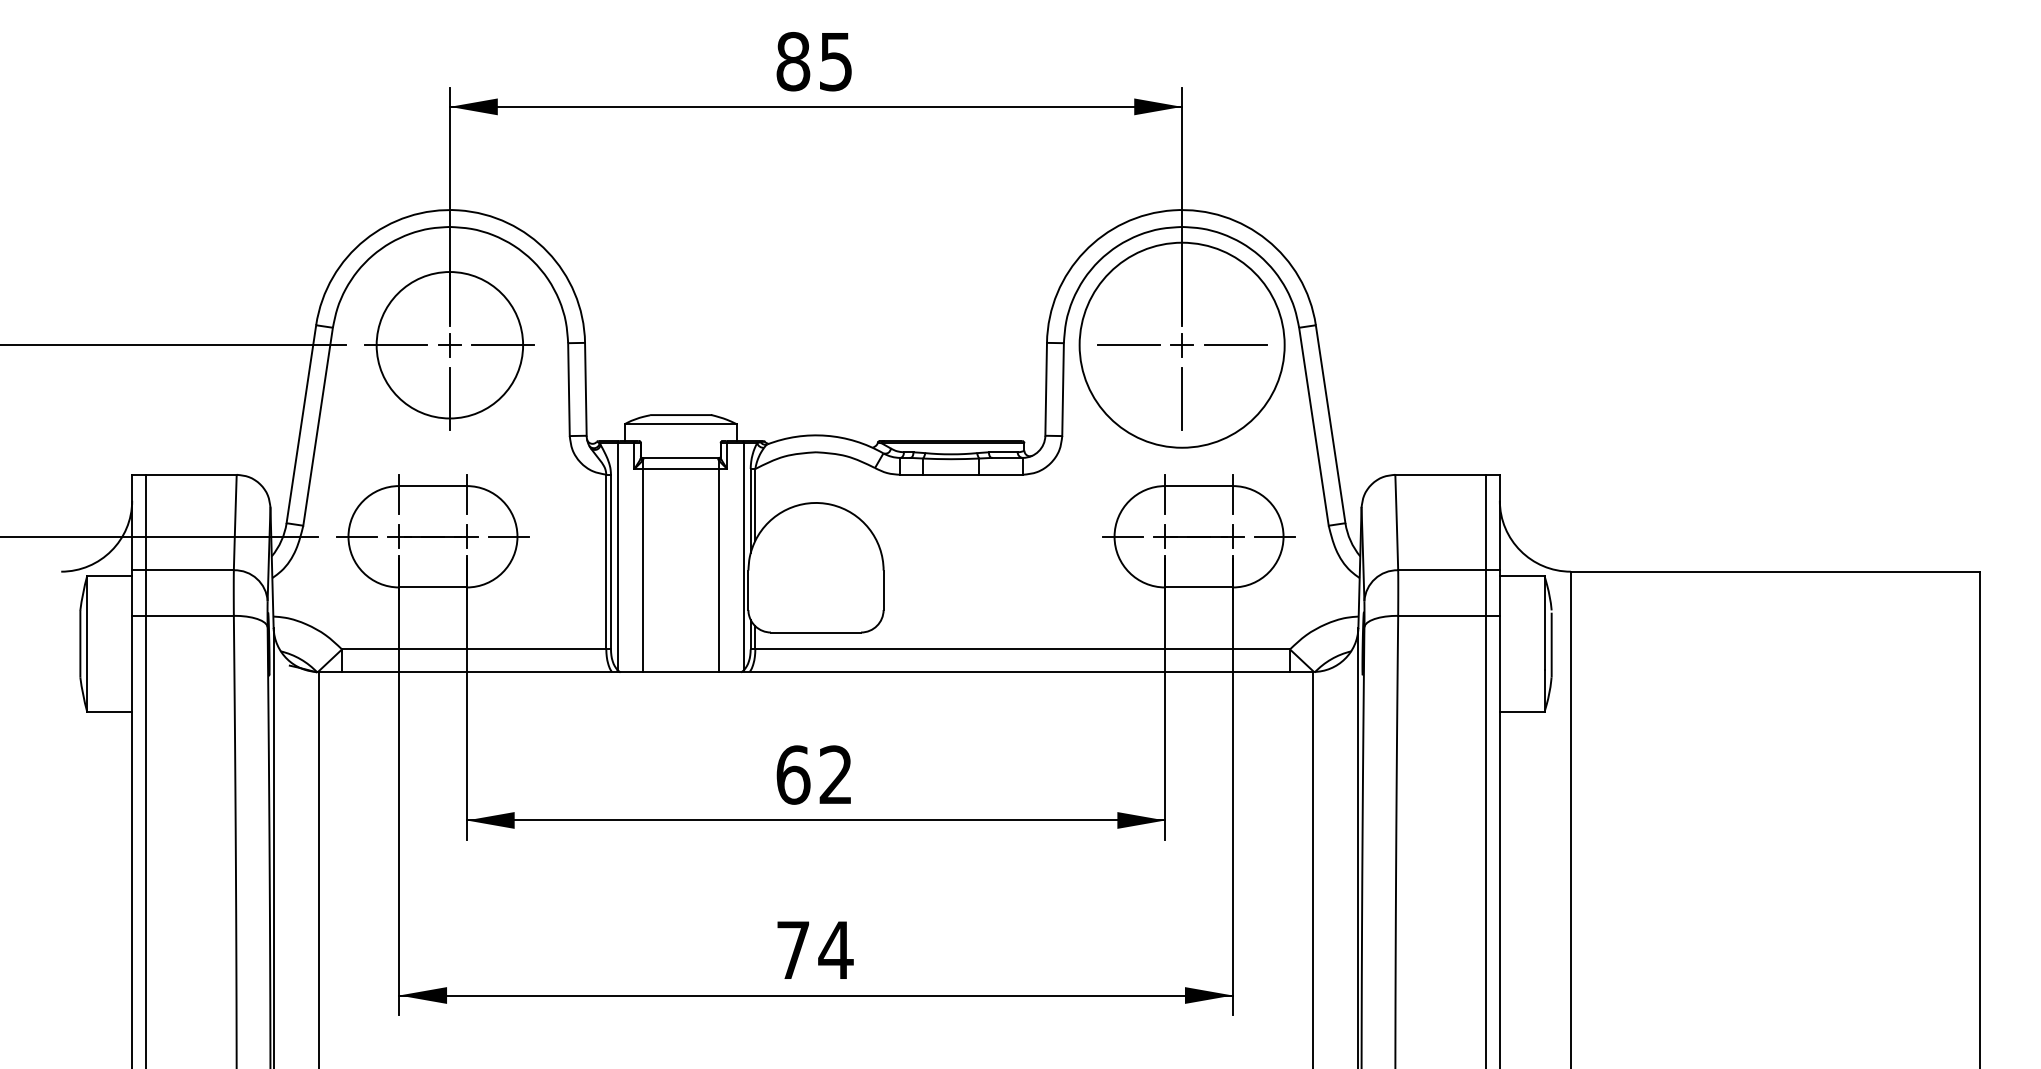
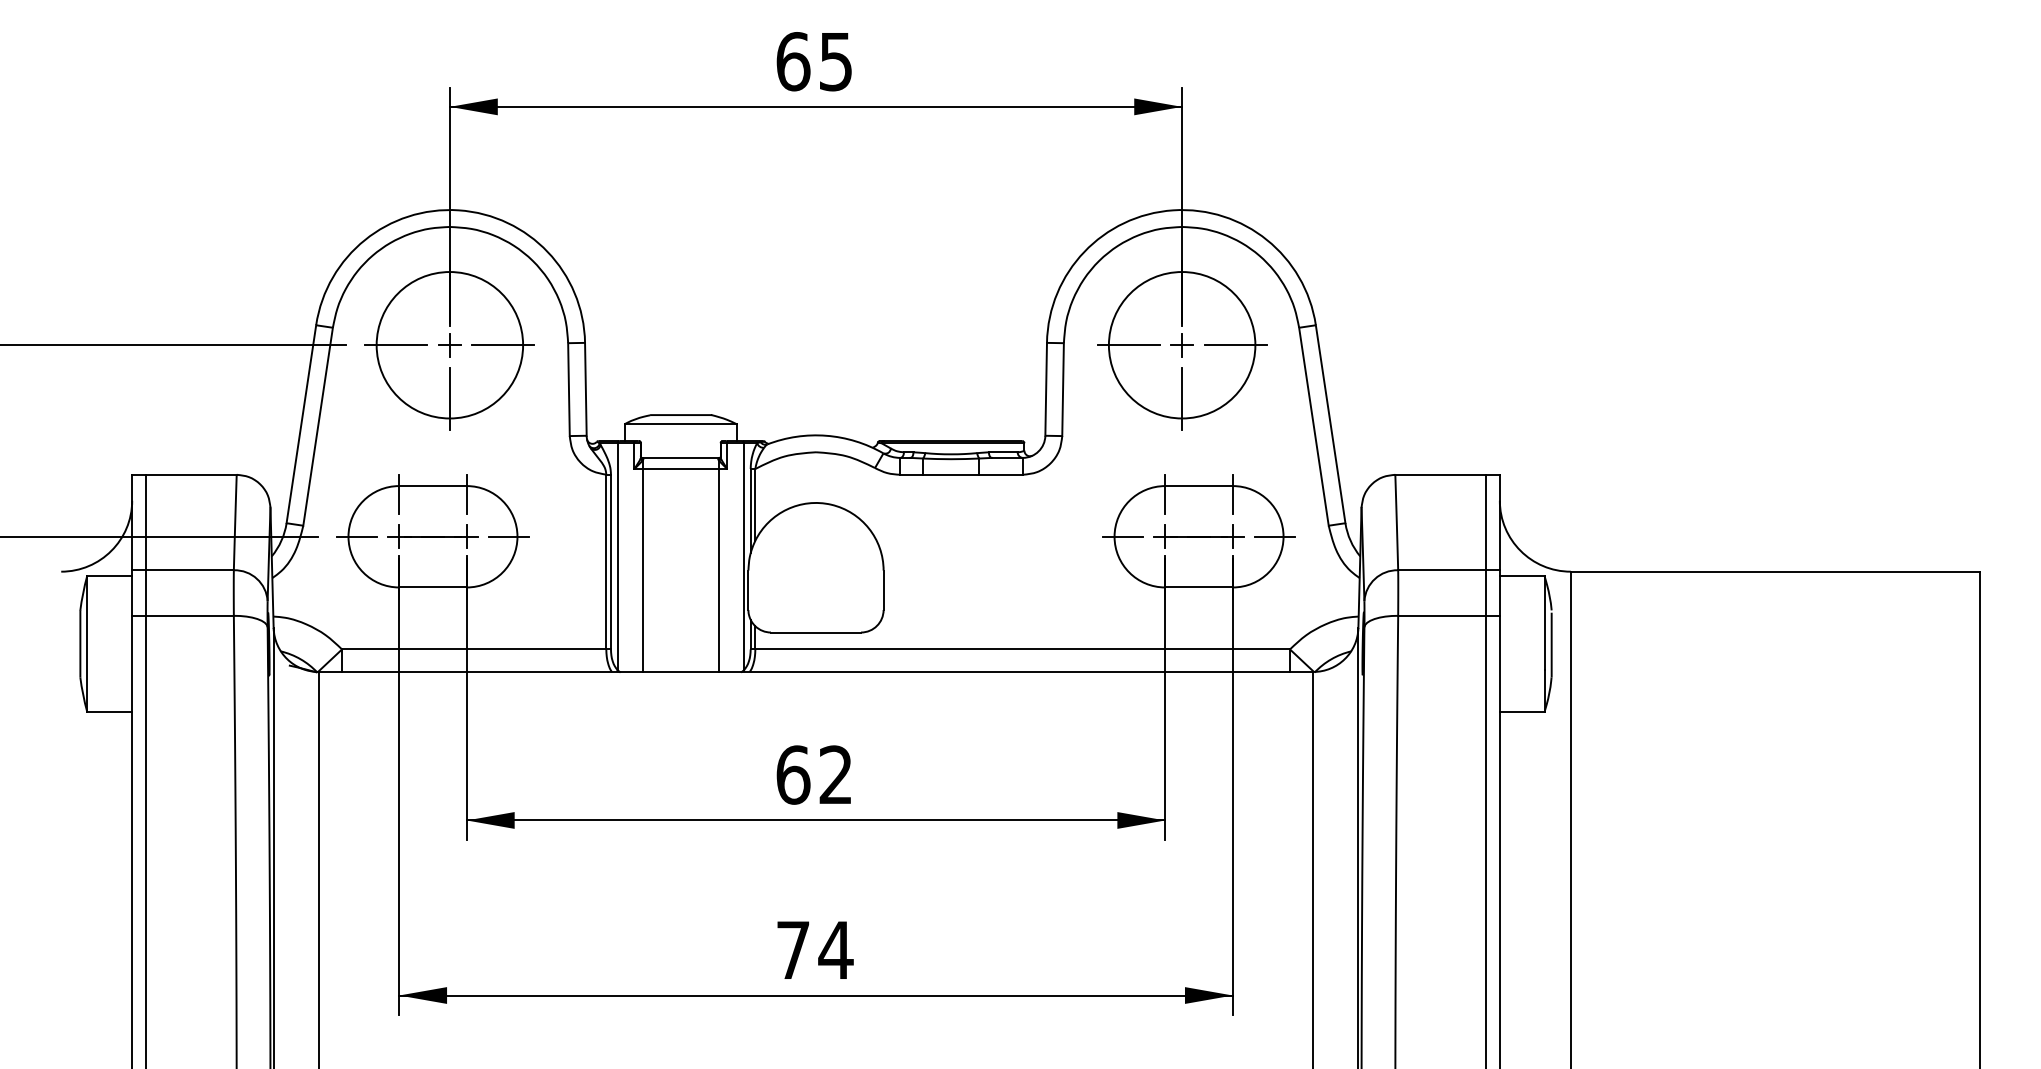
text at (793, 61): 85 -> 65
circle at (1181, 344) diameter: 205 px -> 146 px
